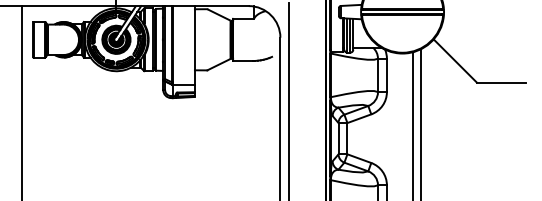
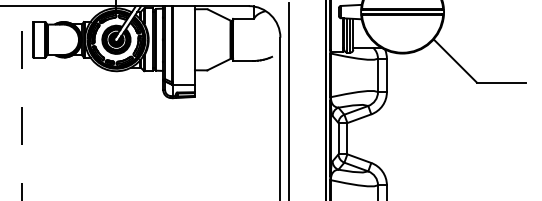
line at (22, 102): solid -> dashed
line at (420, 123): present -> none
line at (412, 124): present -> none
